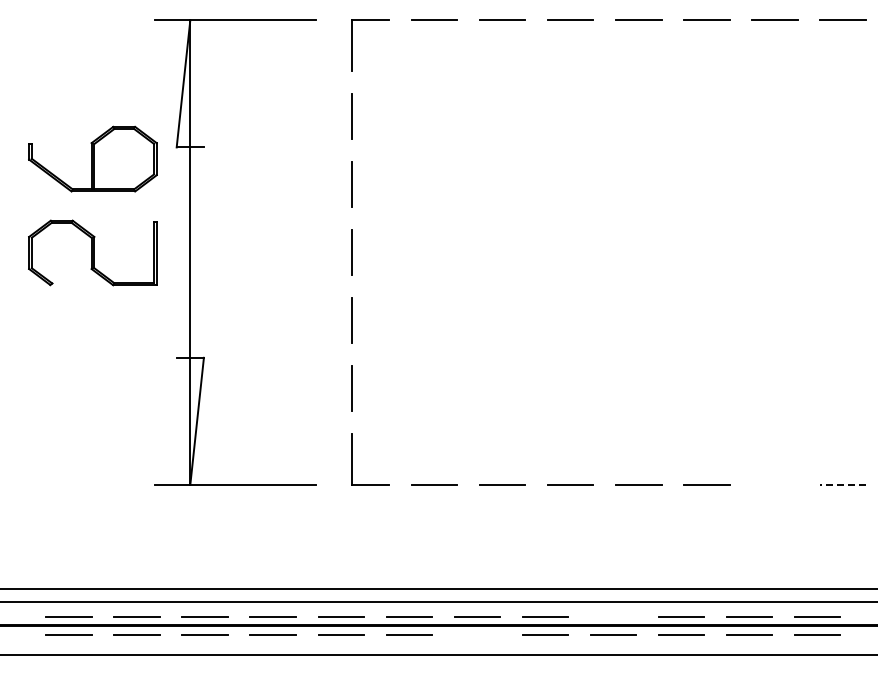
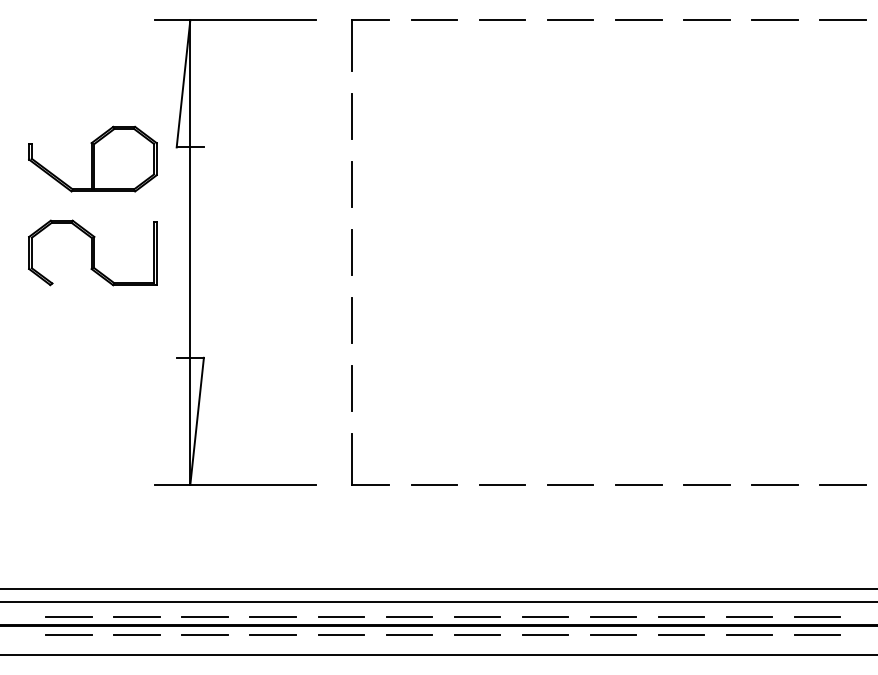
line at (774, 484): none -> present
line at (843, 484): dashed -> solid
line at (613, 617): none -> present
line at (476, 634): none -> present
